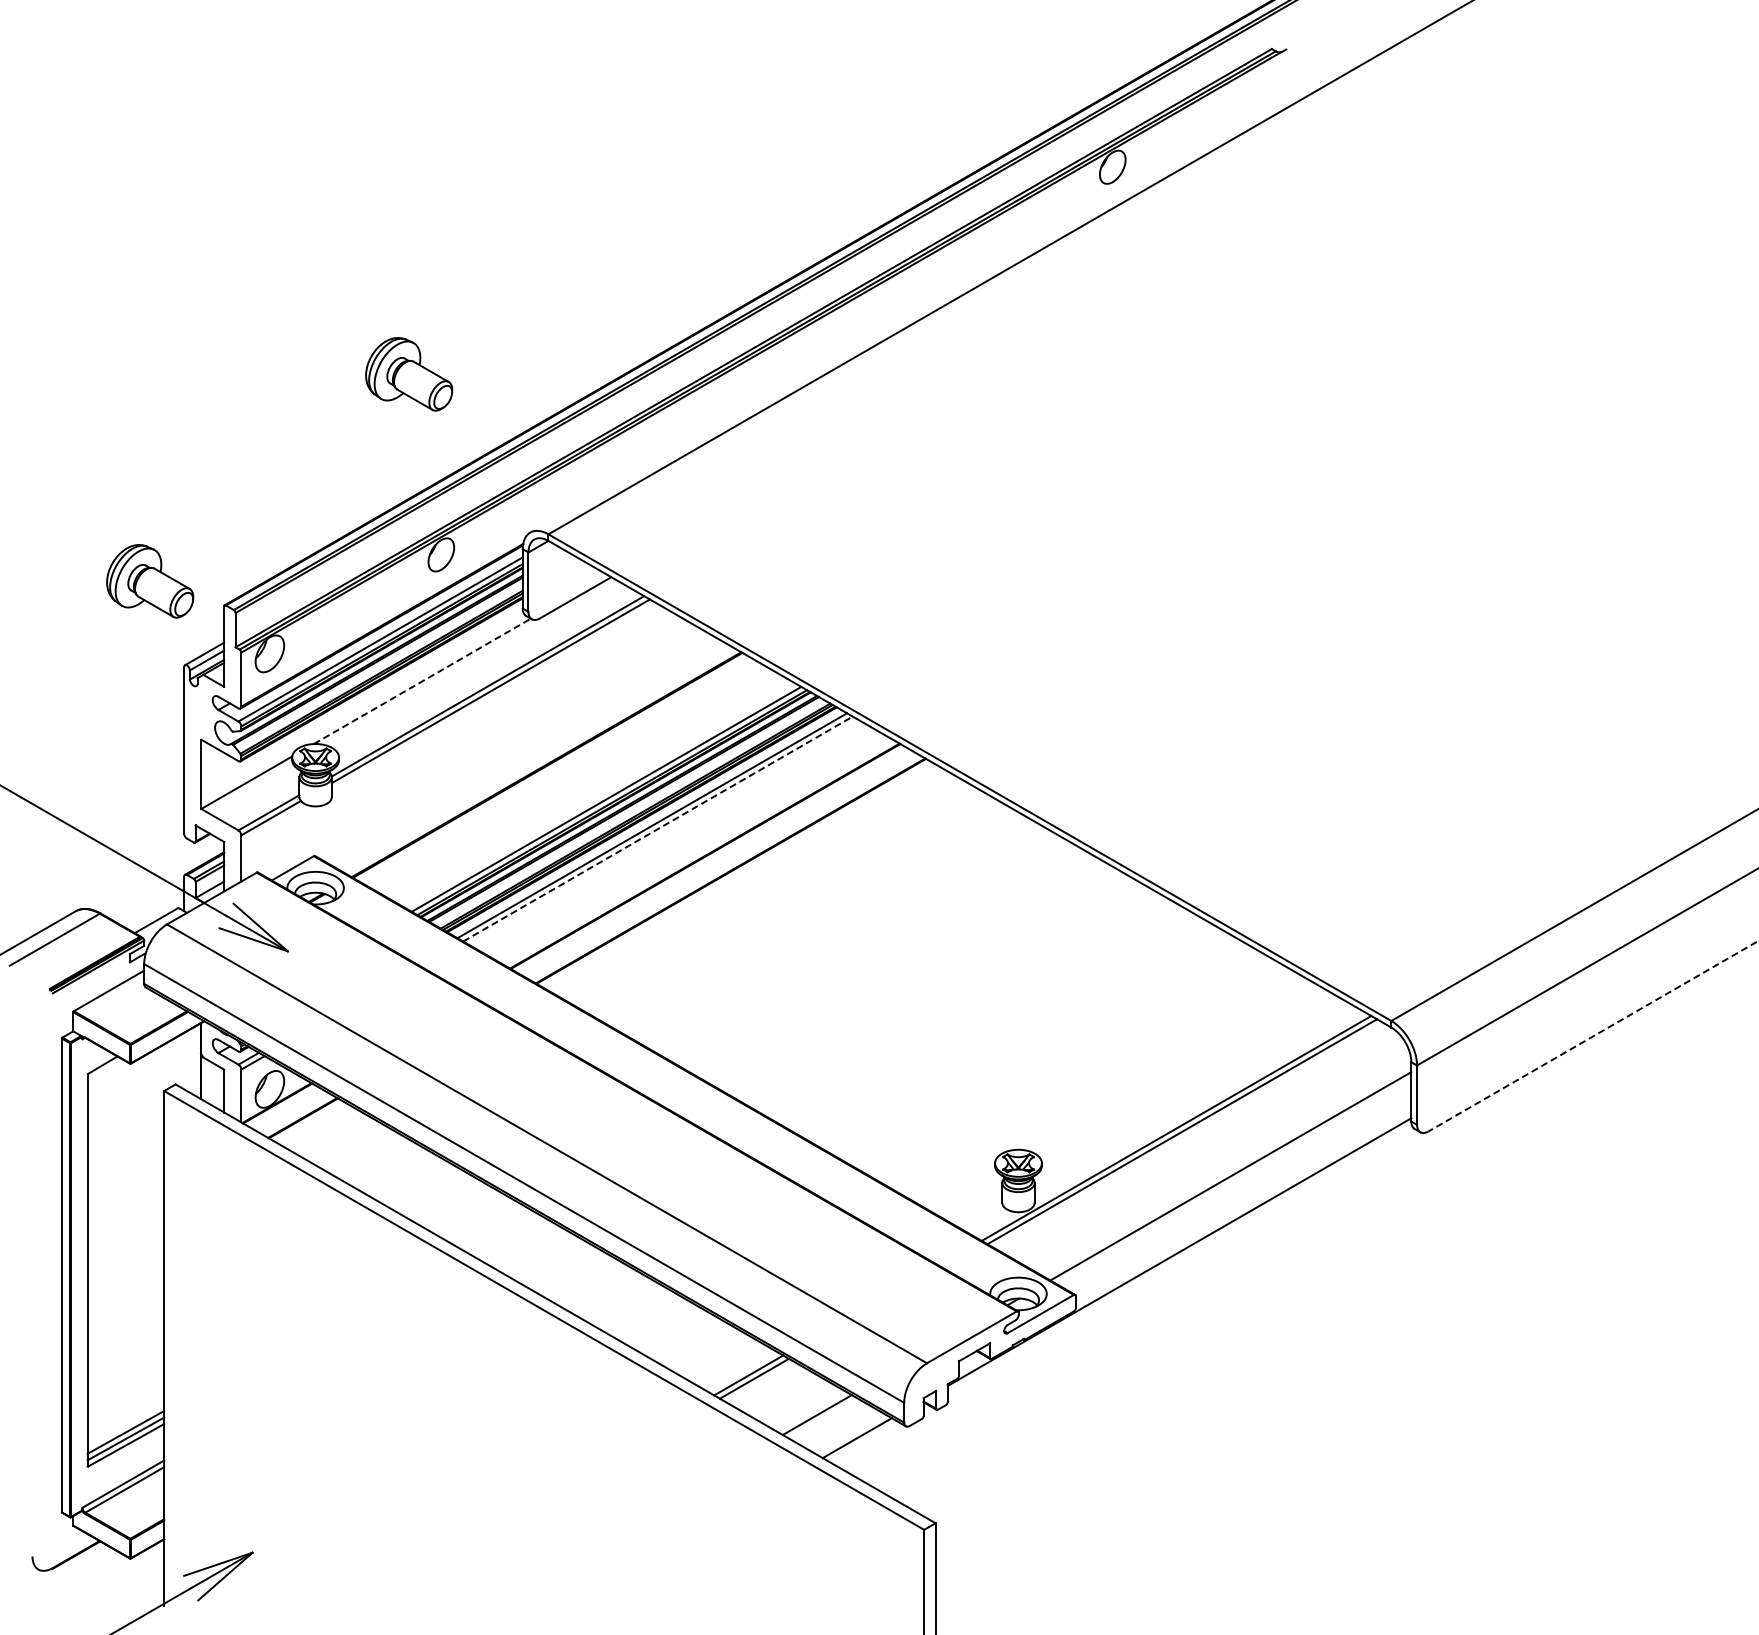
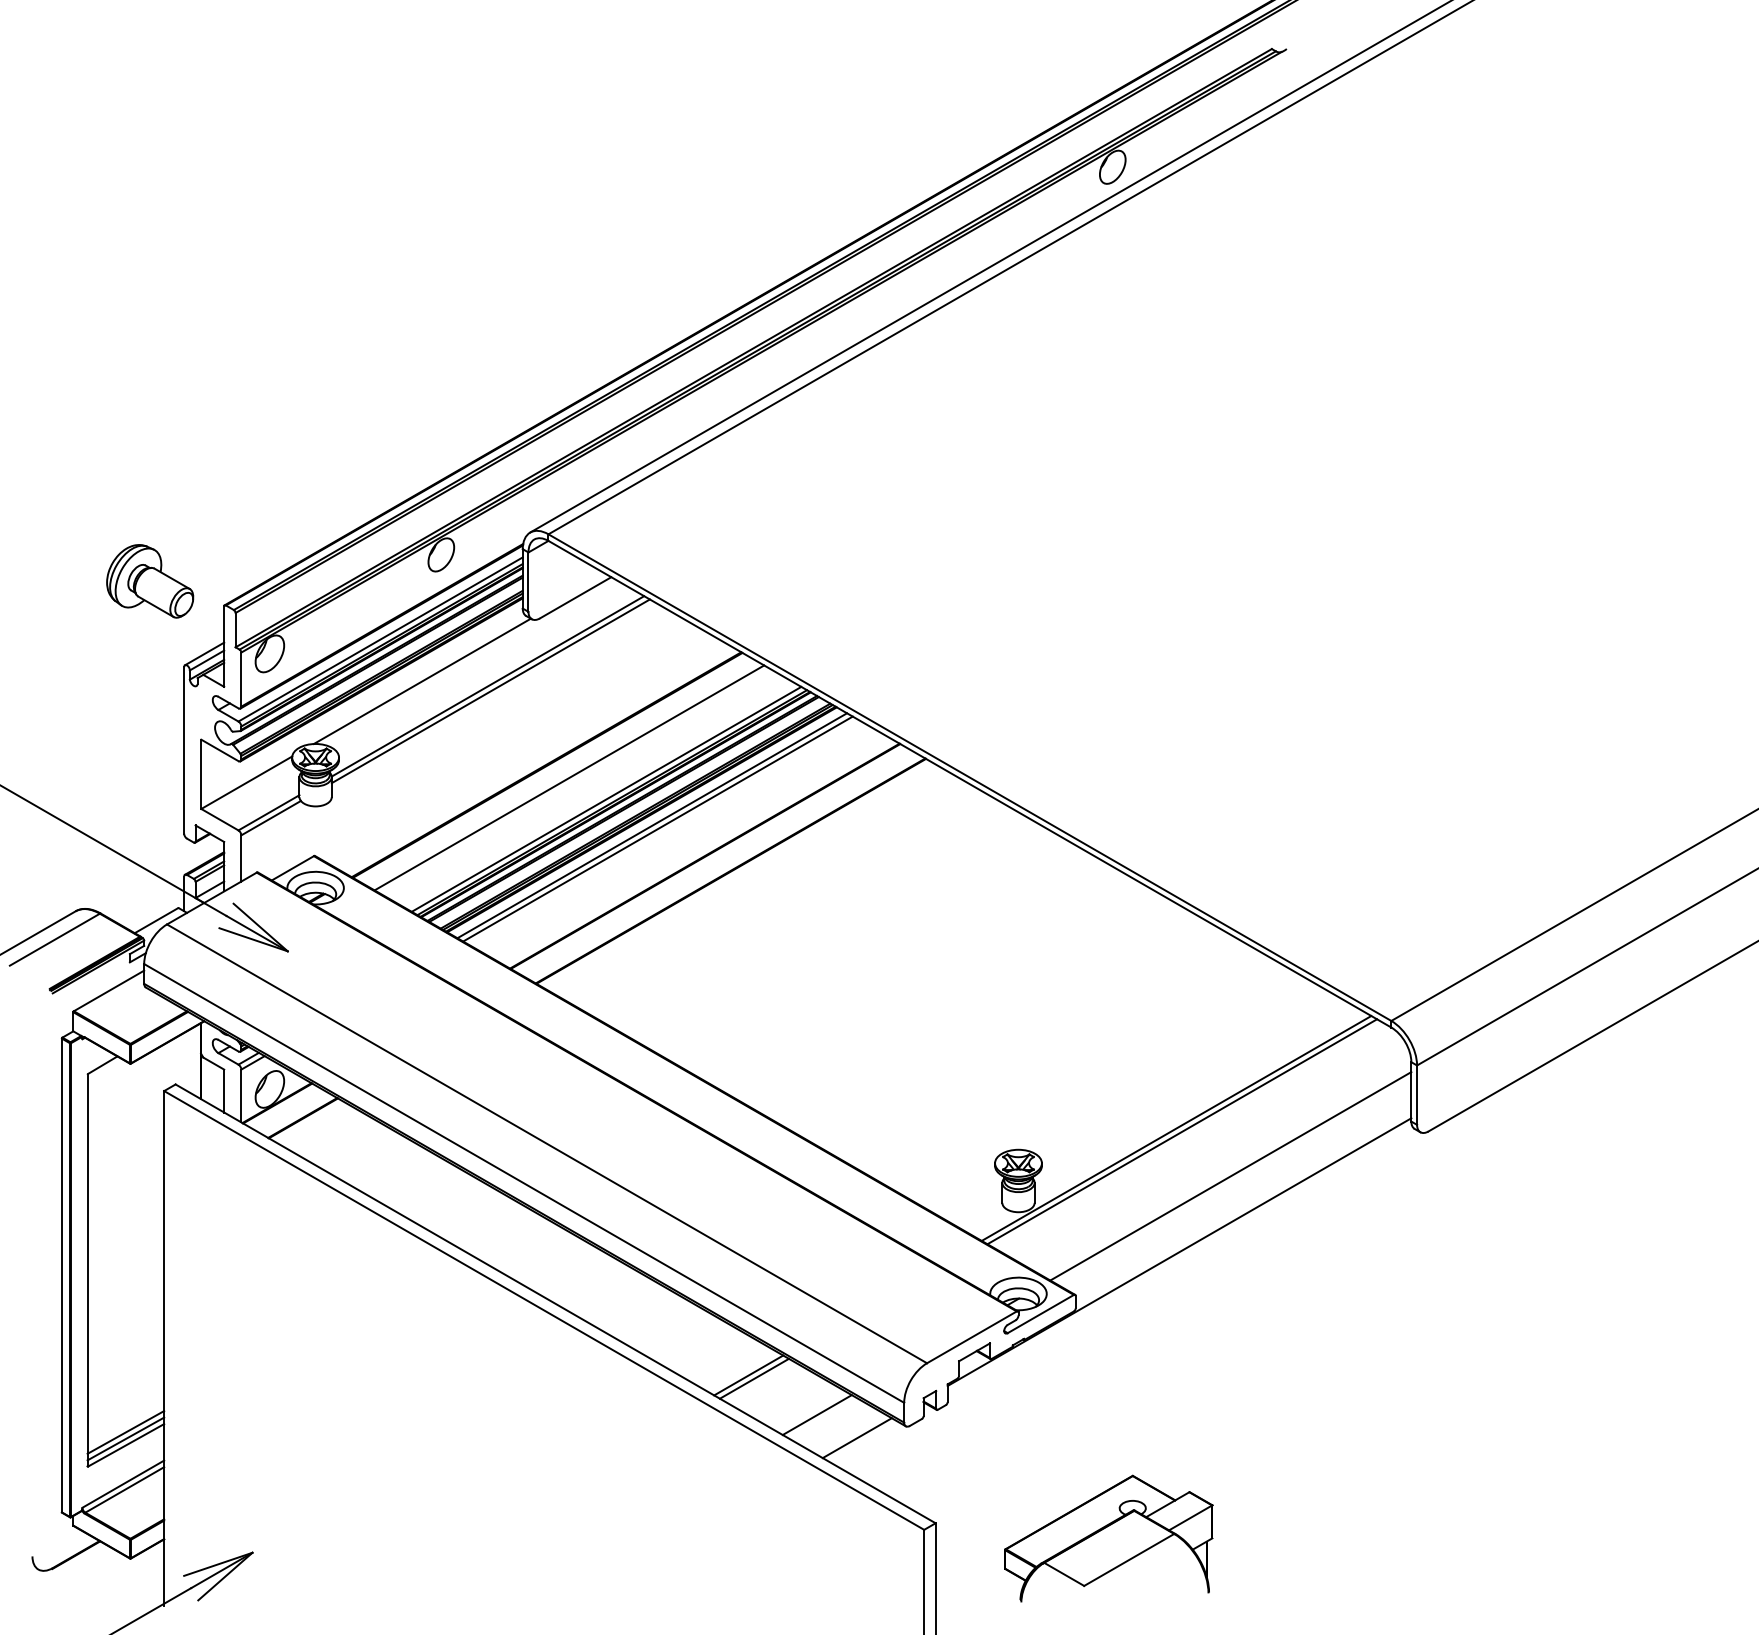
line at (989, 267): none -> present
part at (409, 374): present -> none
line at (422, 681): dashed -> solid
line at (569, 777): none -> present
line at (657, 829): dashed -> solid
line at (1592, 1036): dashed -> solid
part at (1108, 1538): none -> present
